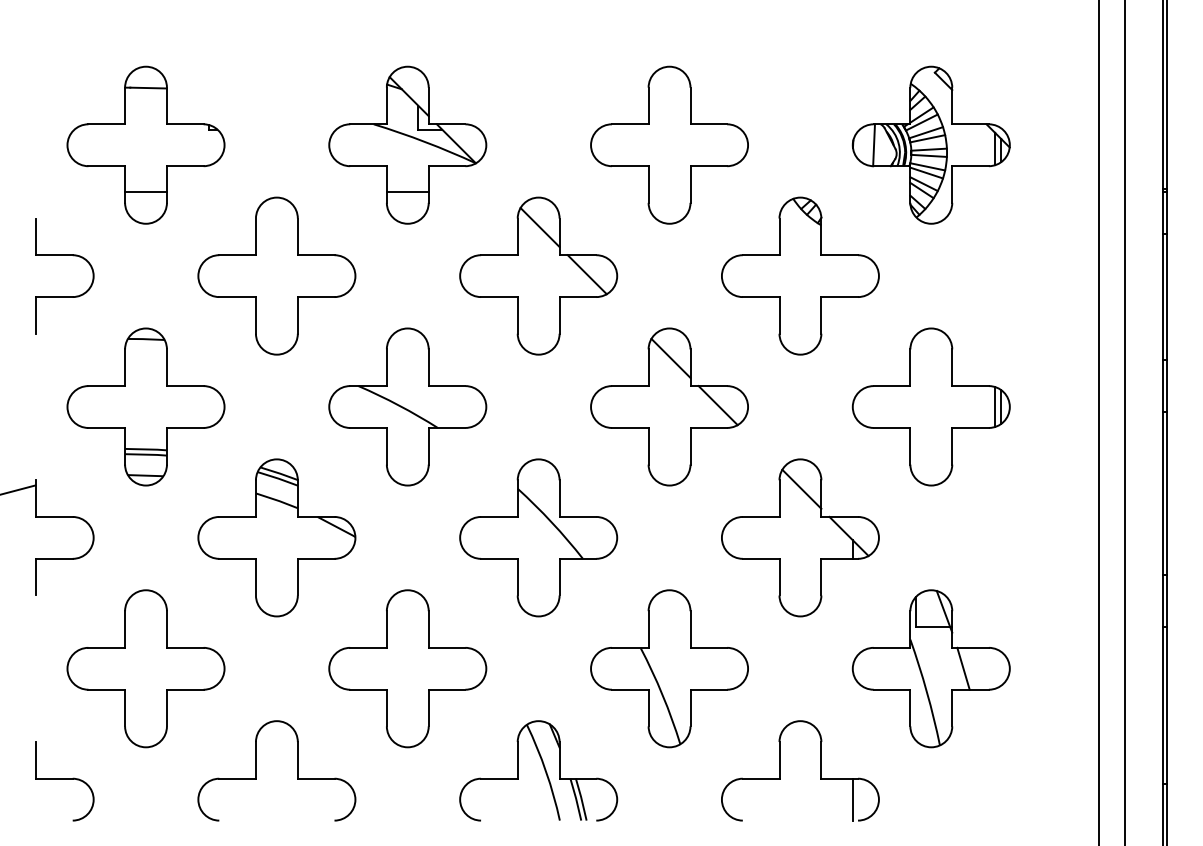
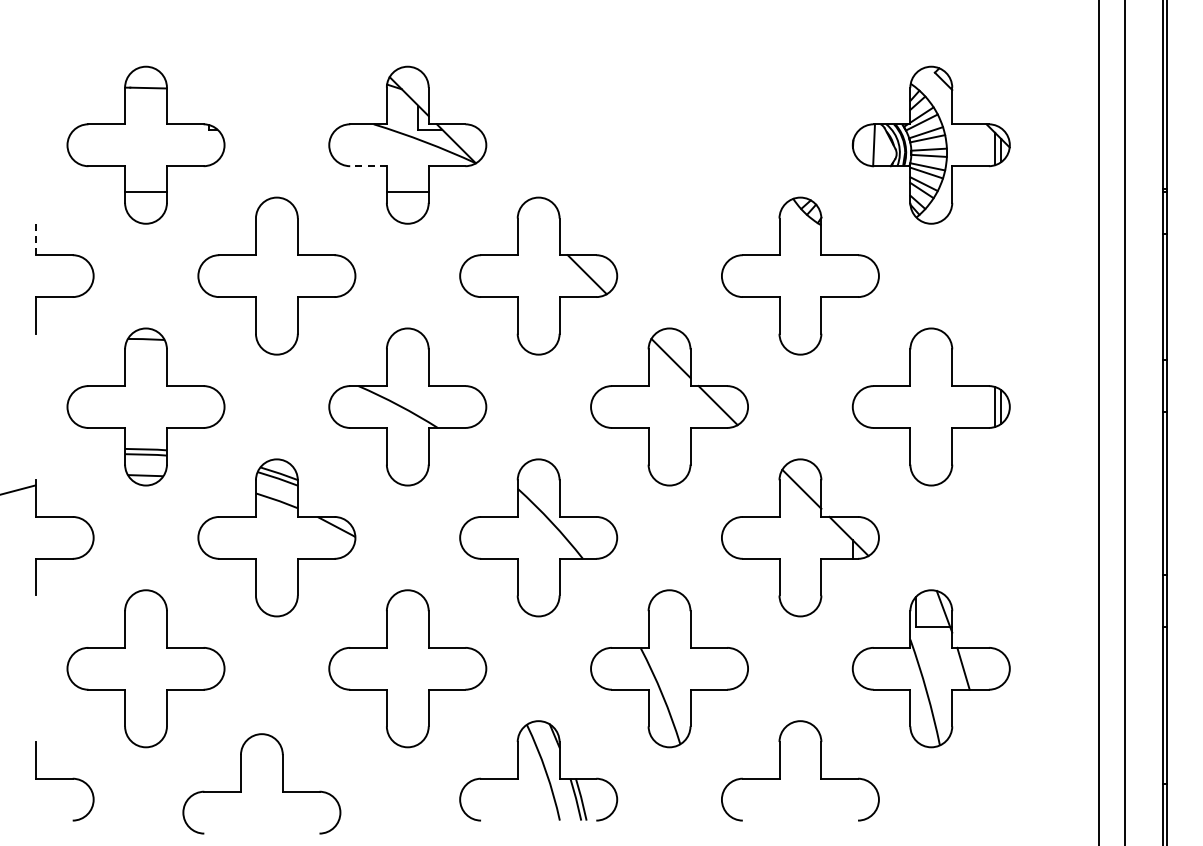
part at (669, 144): present -> none
line at (368, 166): solid -> dashed
line at (539, 227): present -> none
line at (36, 236): solid -> dashed
part at (256, 770) position: (256, 770) -> (241, 783)
line at (852, 799): present -> none
